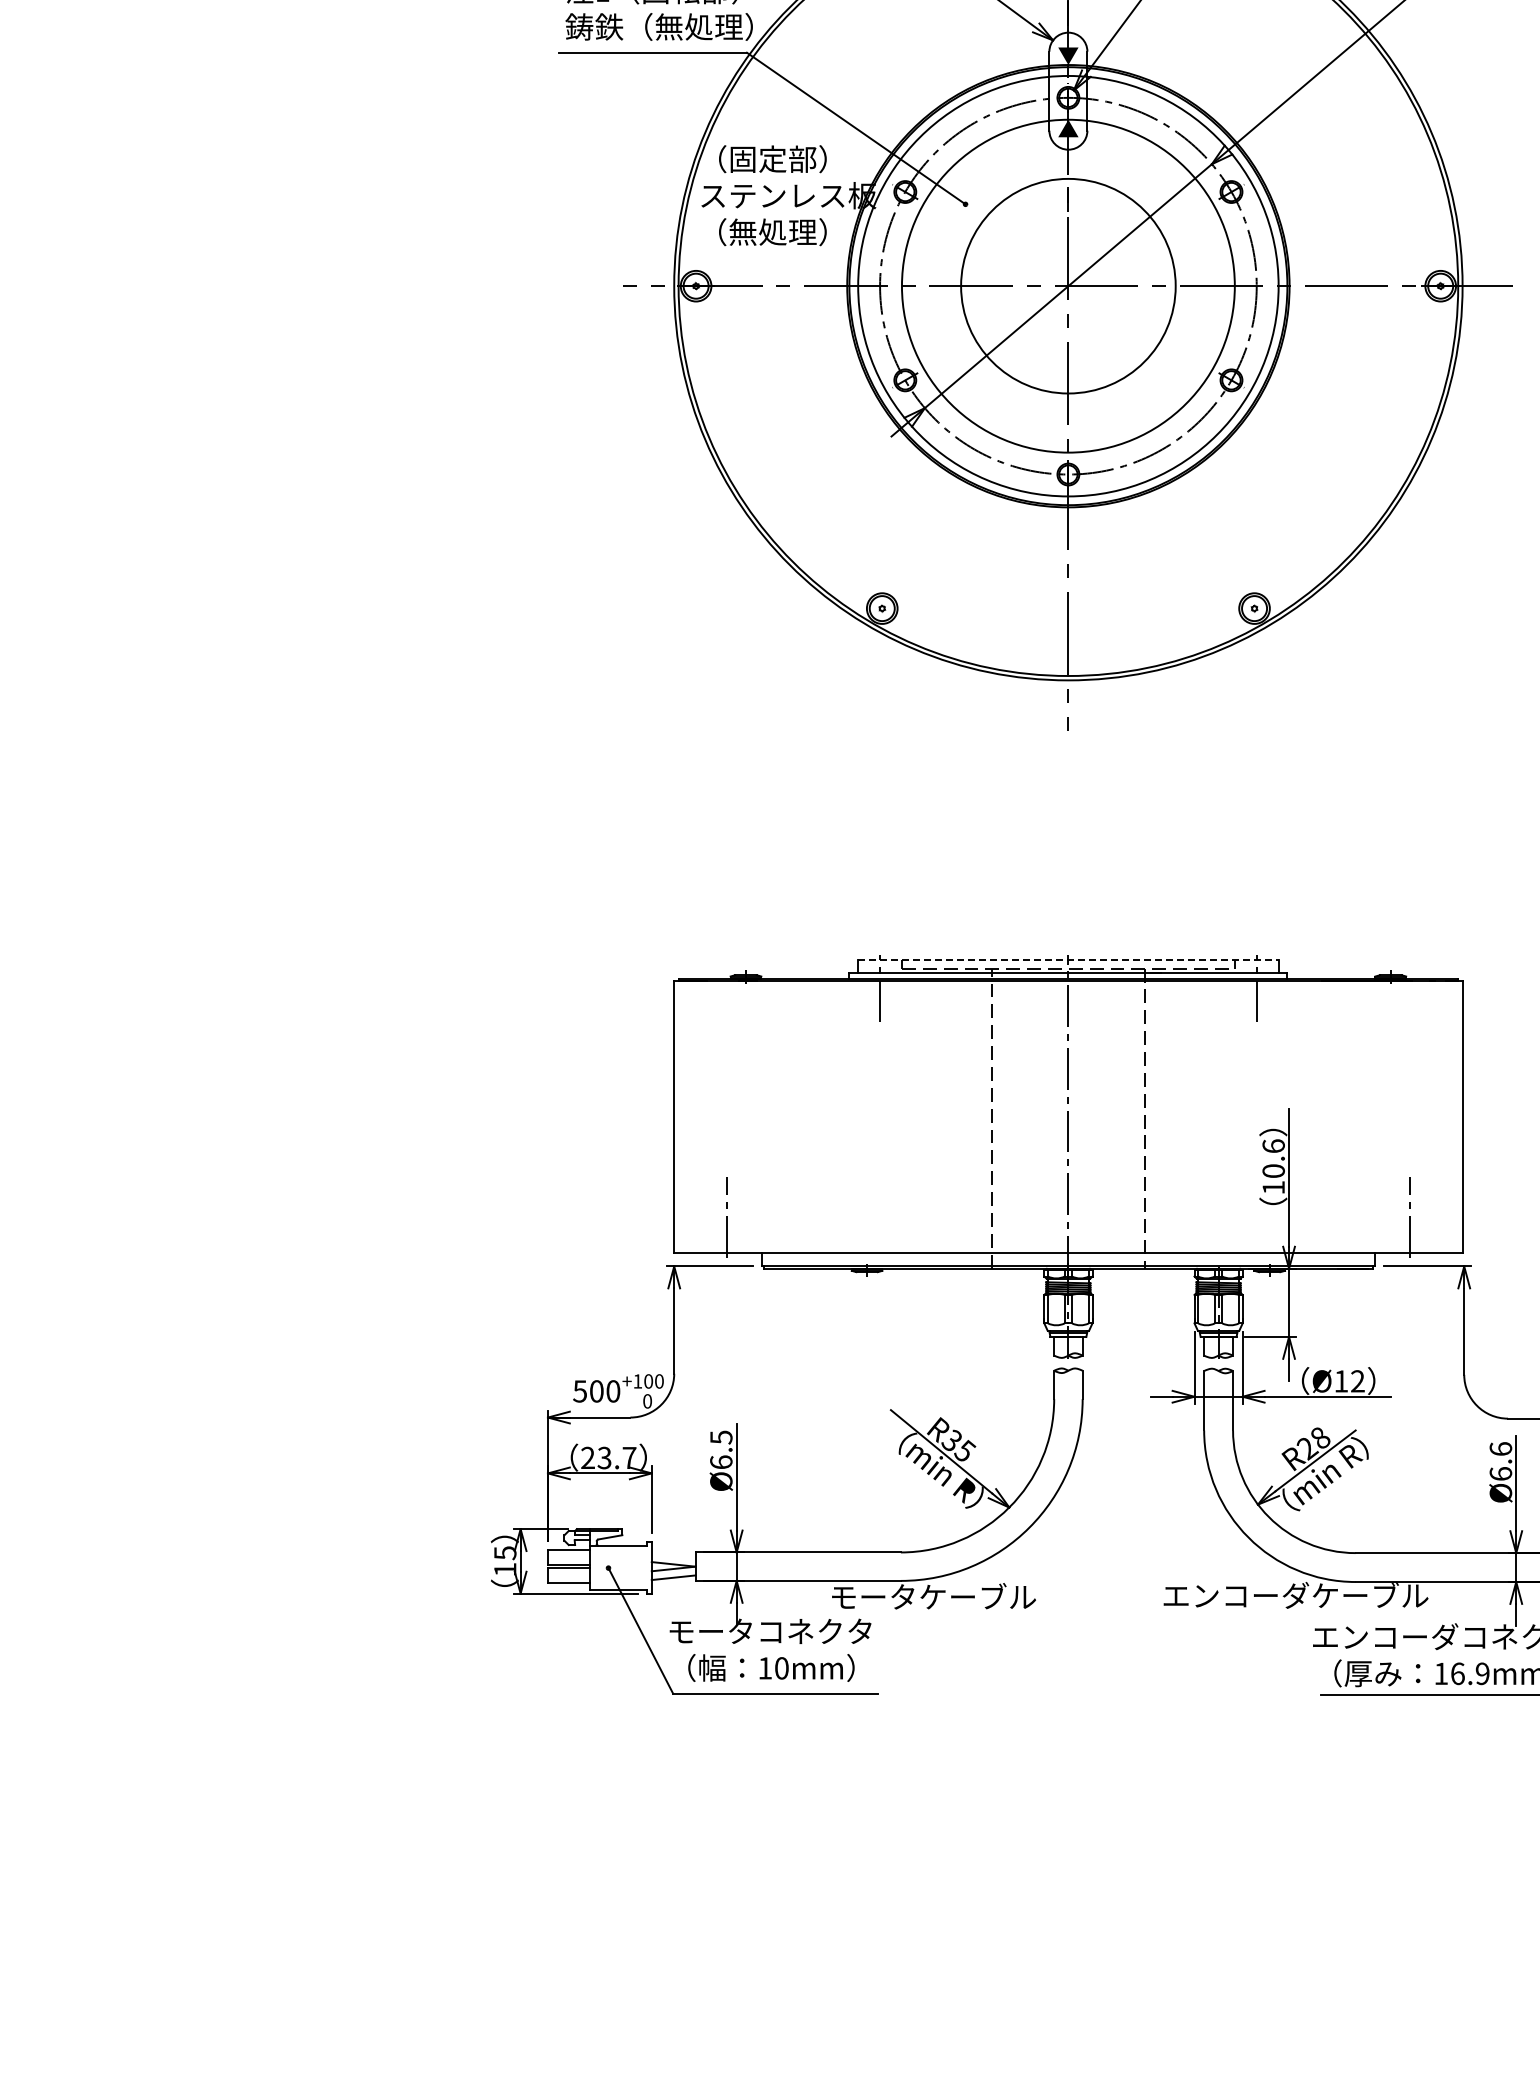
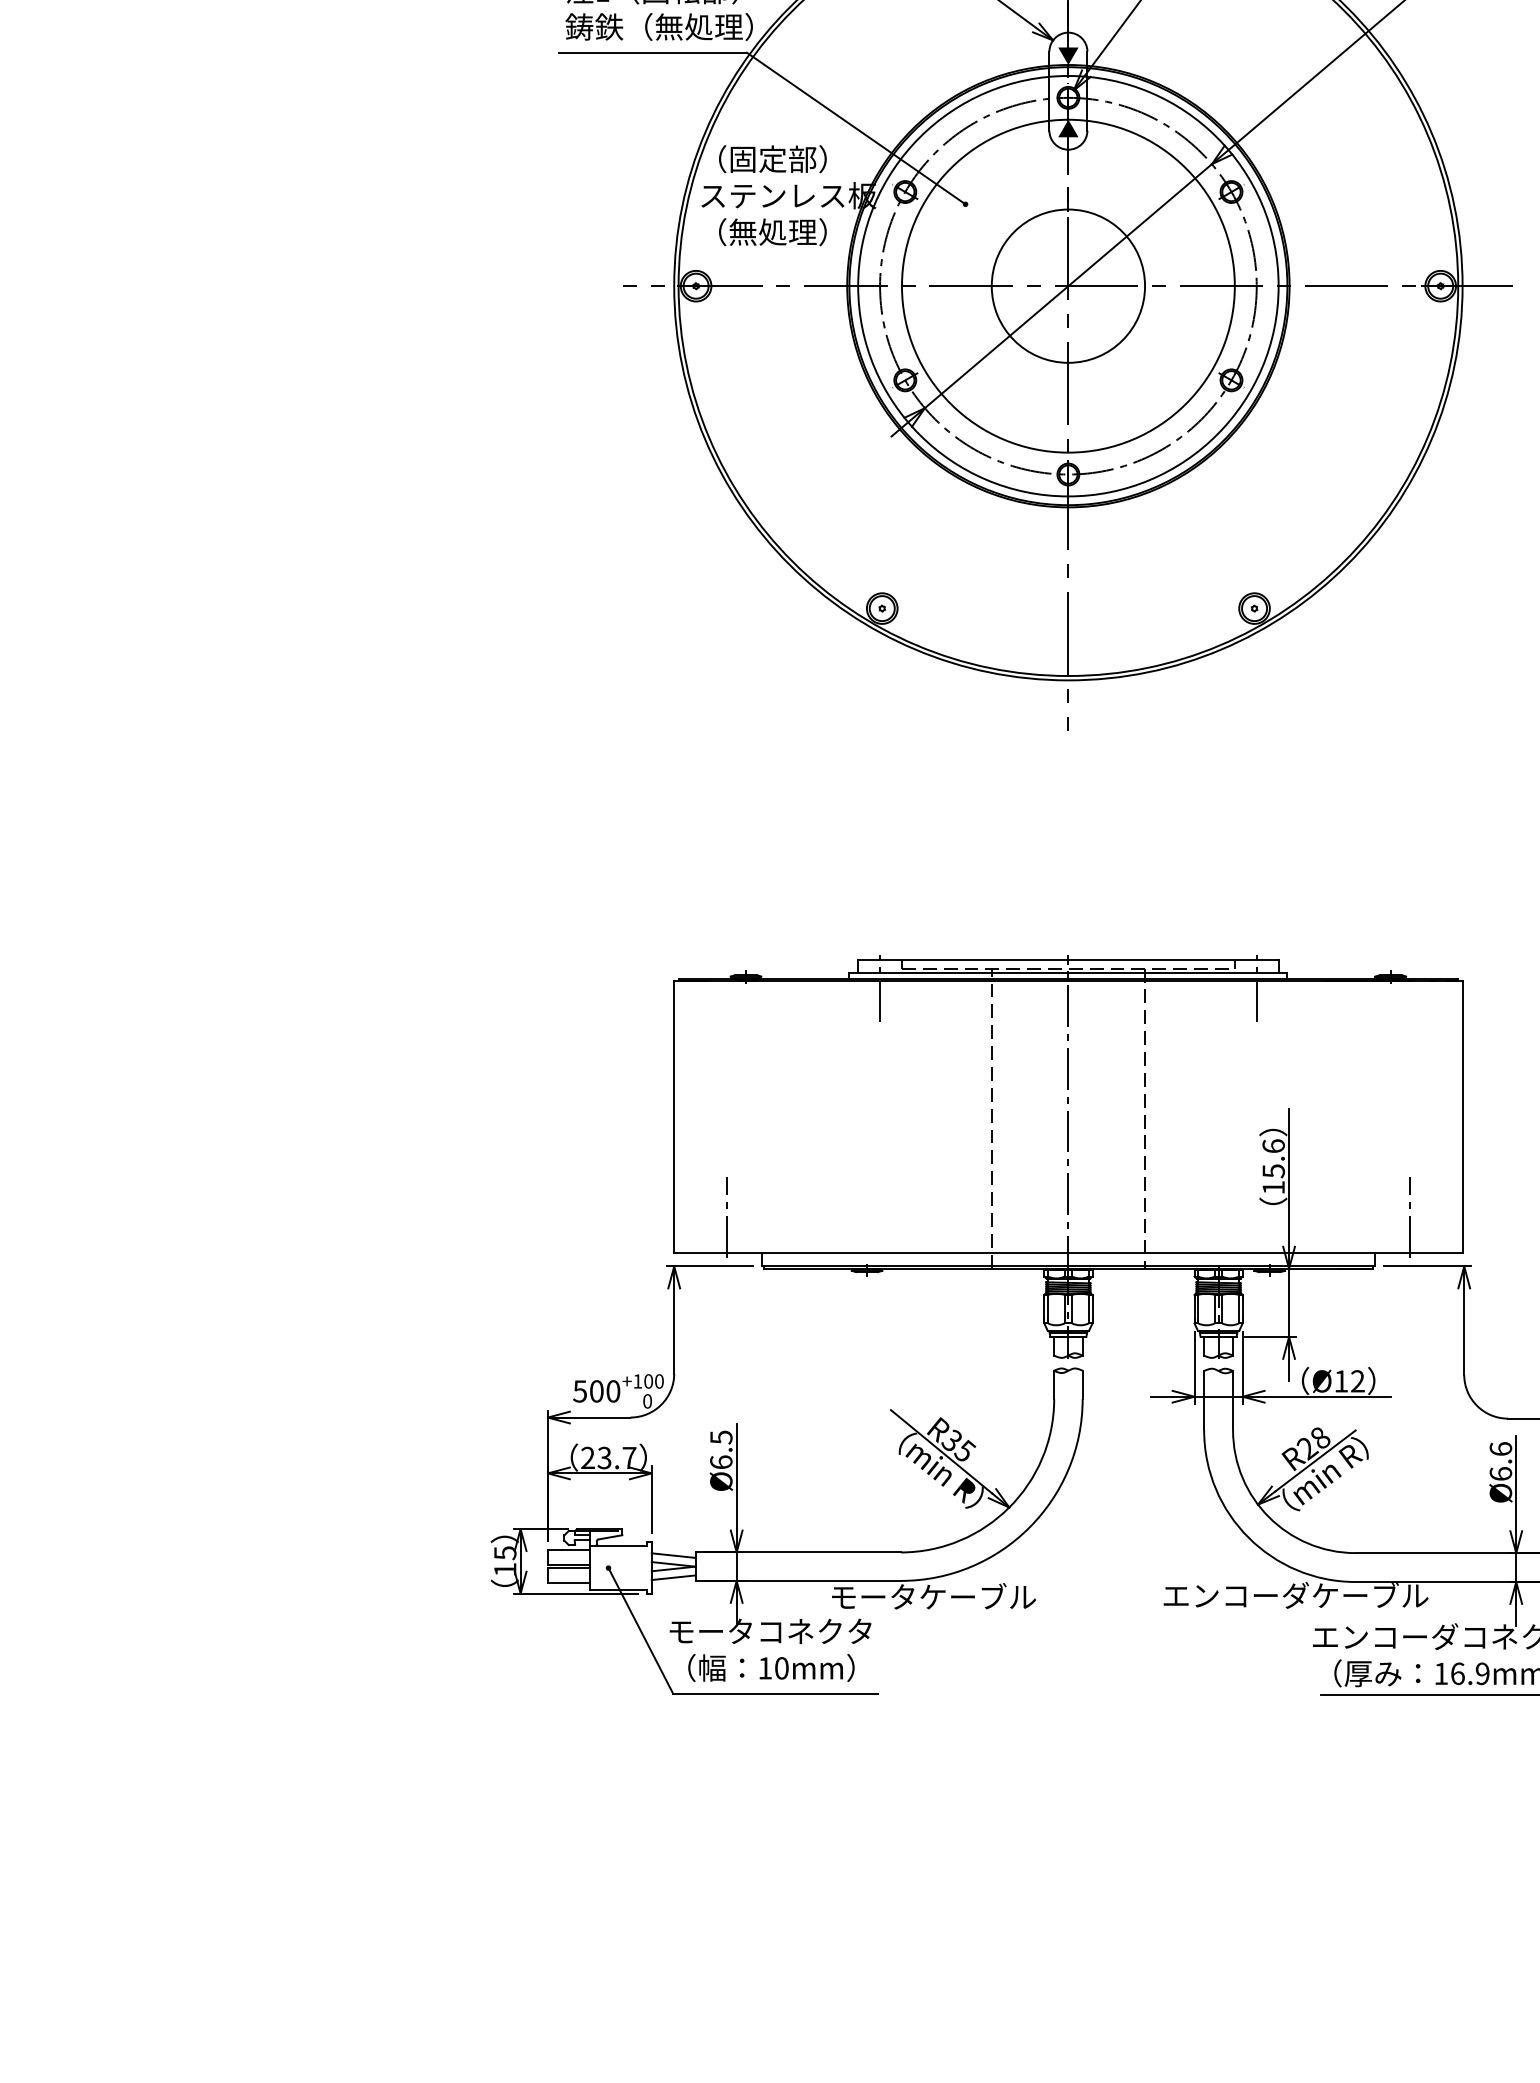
circle at (1068, 285) diameter: 215 px -> 153 px
line at (1068, 959): dashed -> solid
text at (1273, 1171): 10.6 -> 15.6
line at (673, 1555): none -> present
